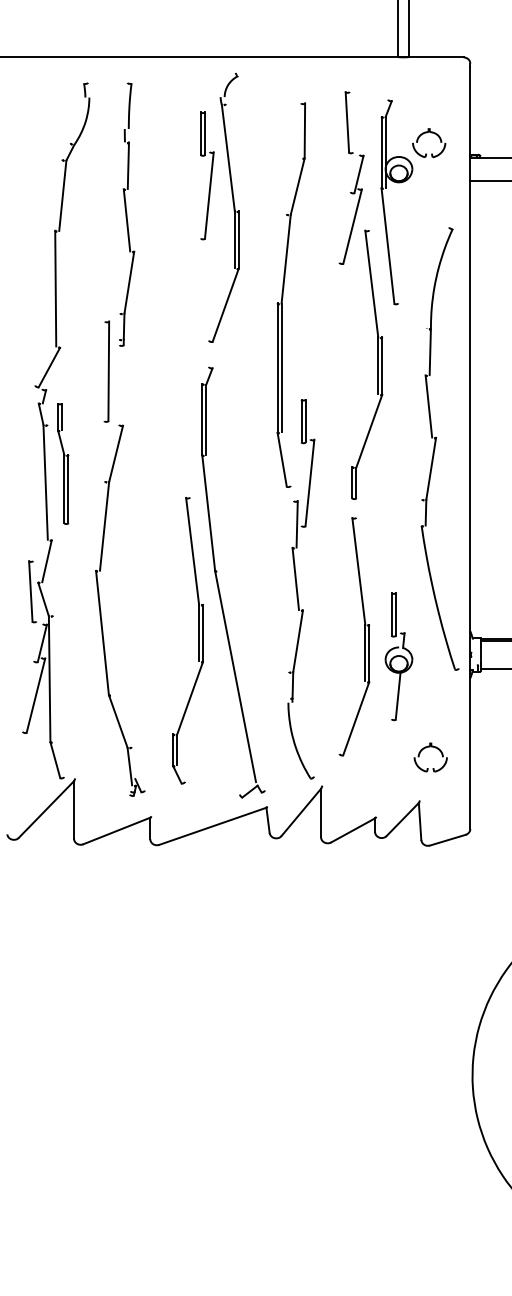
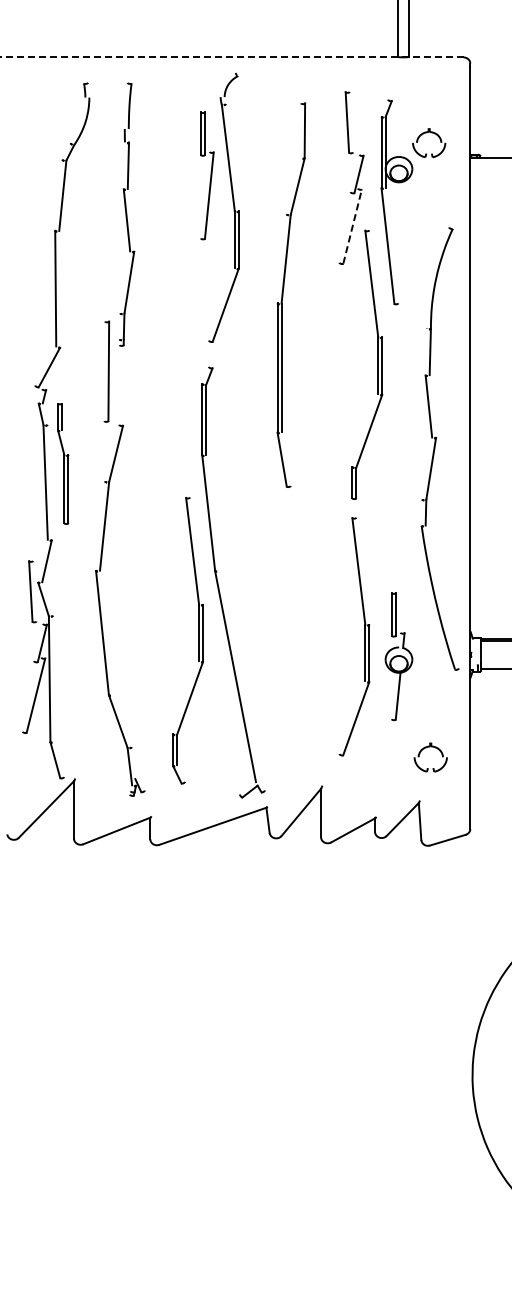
line at (231, 57): solid -> dashed
line at (489, 181): present -> none
line at (352, 226): solid -> dashed
part at (301, 589): present -> none
